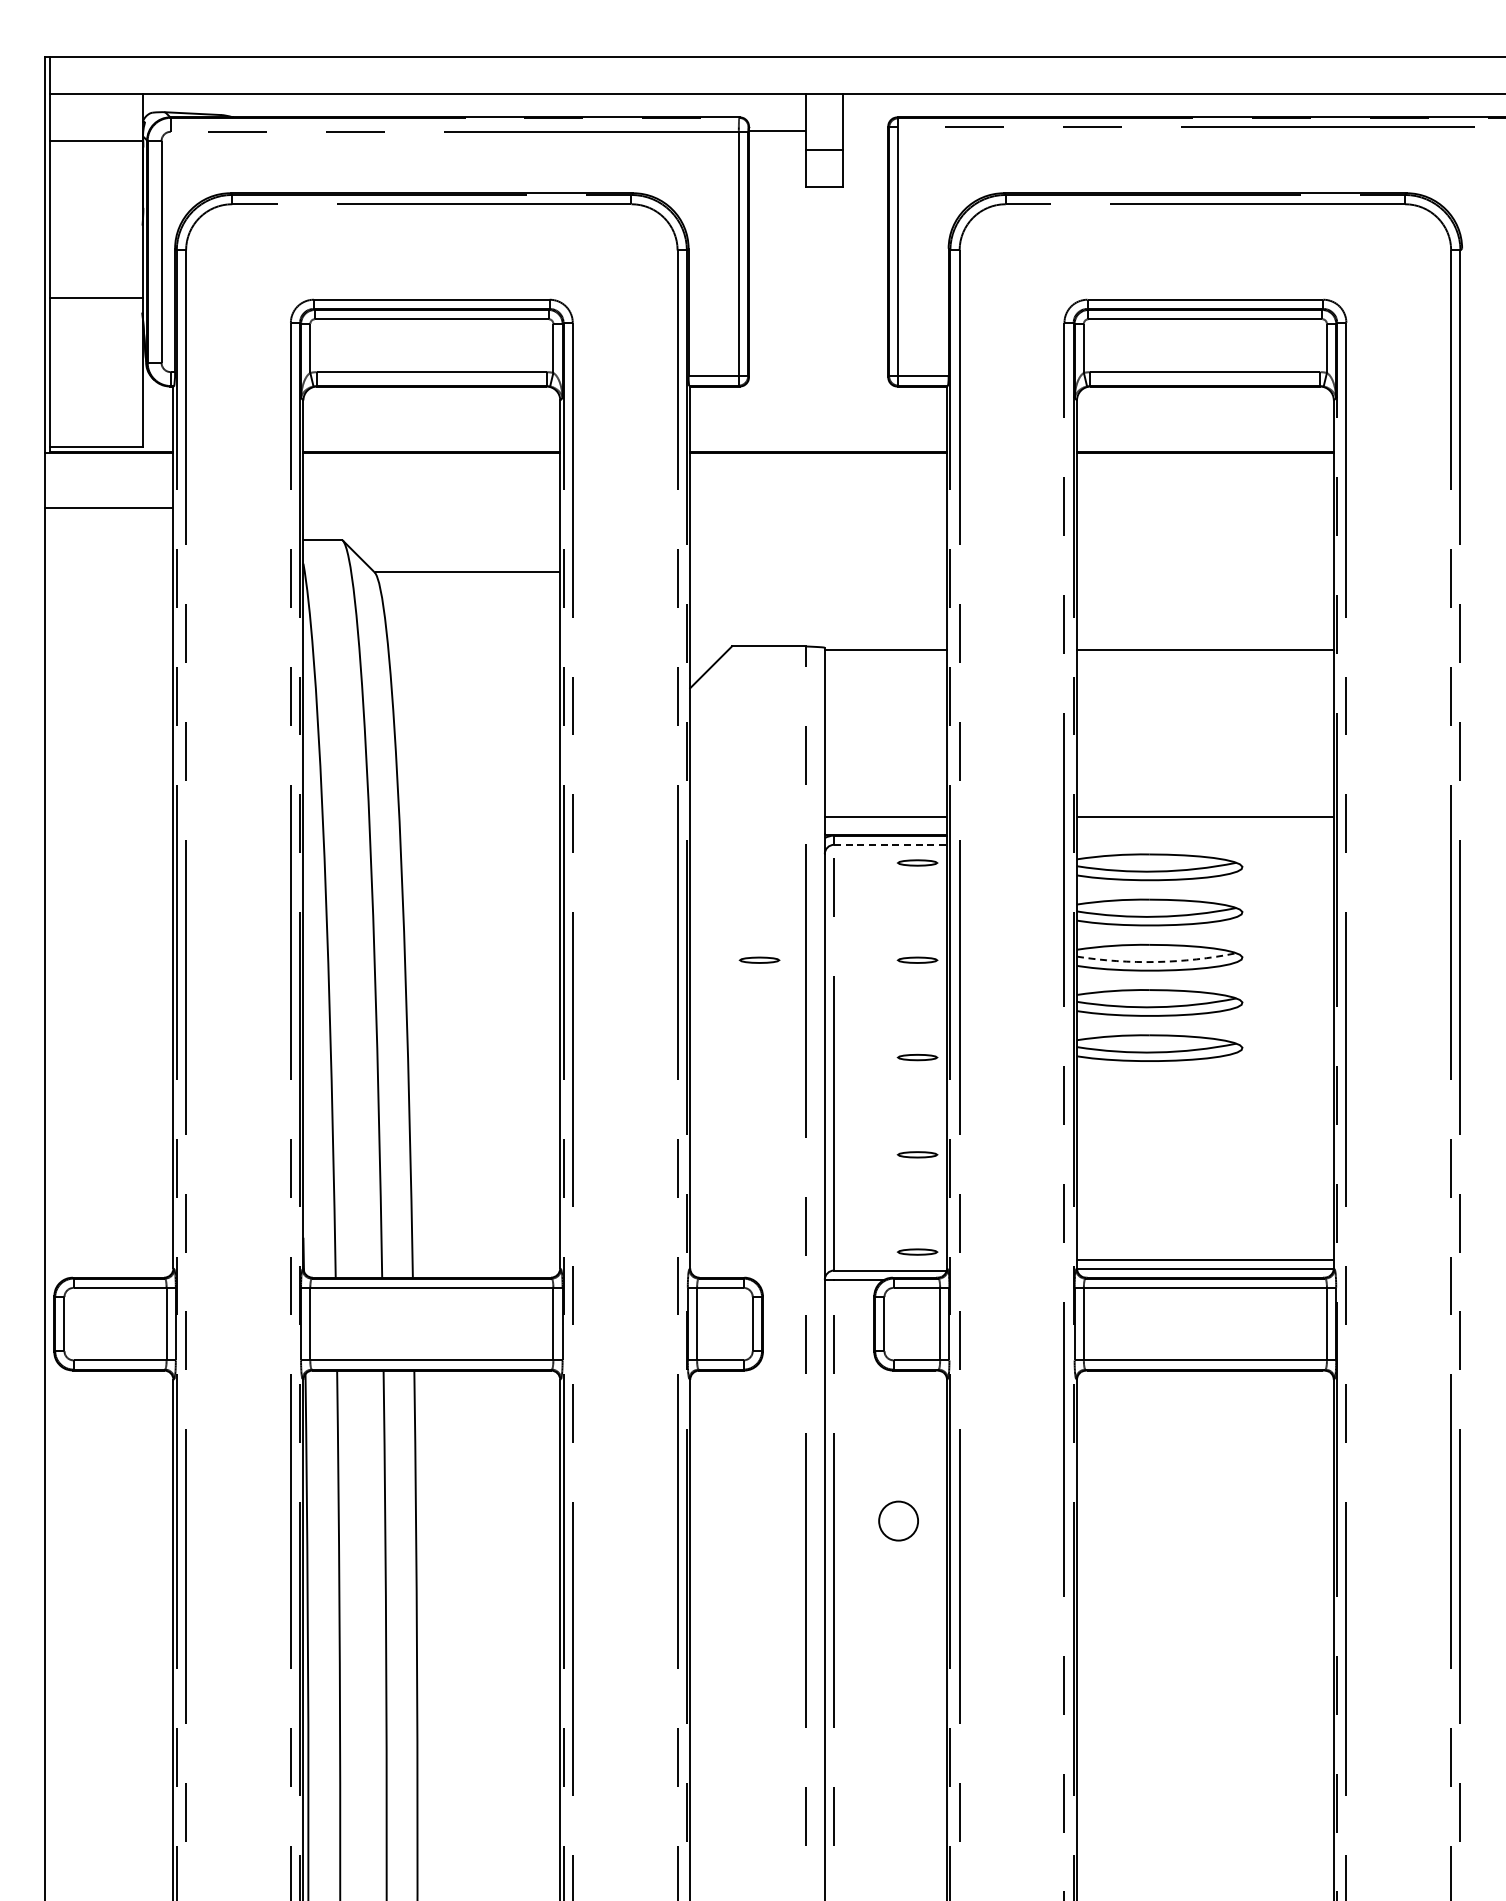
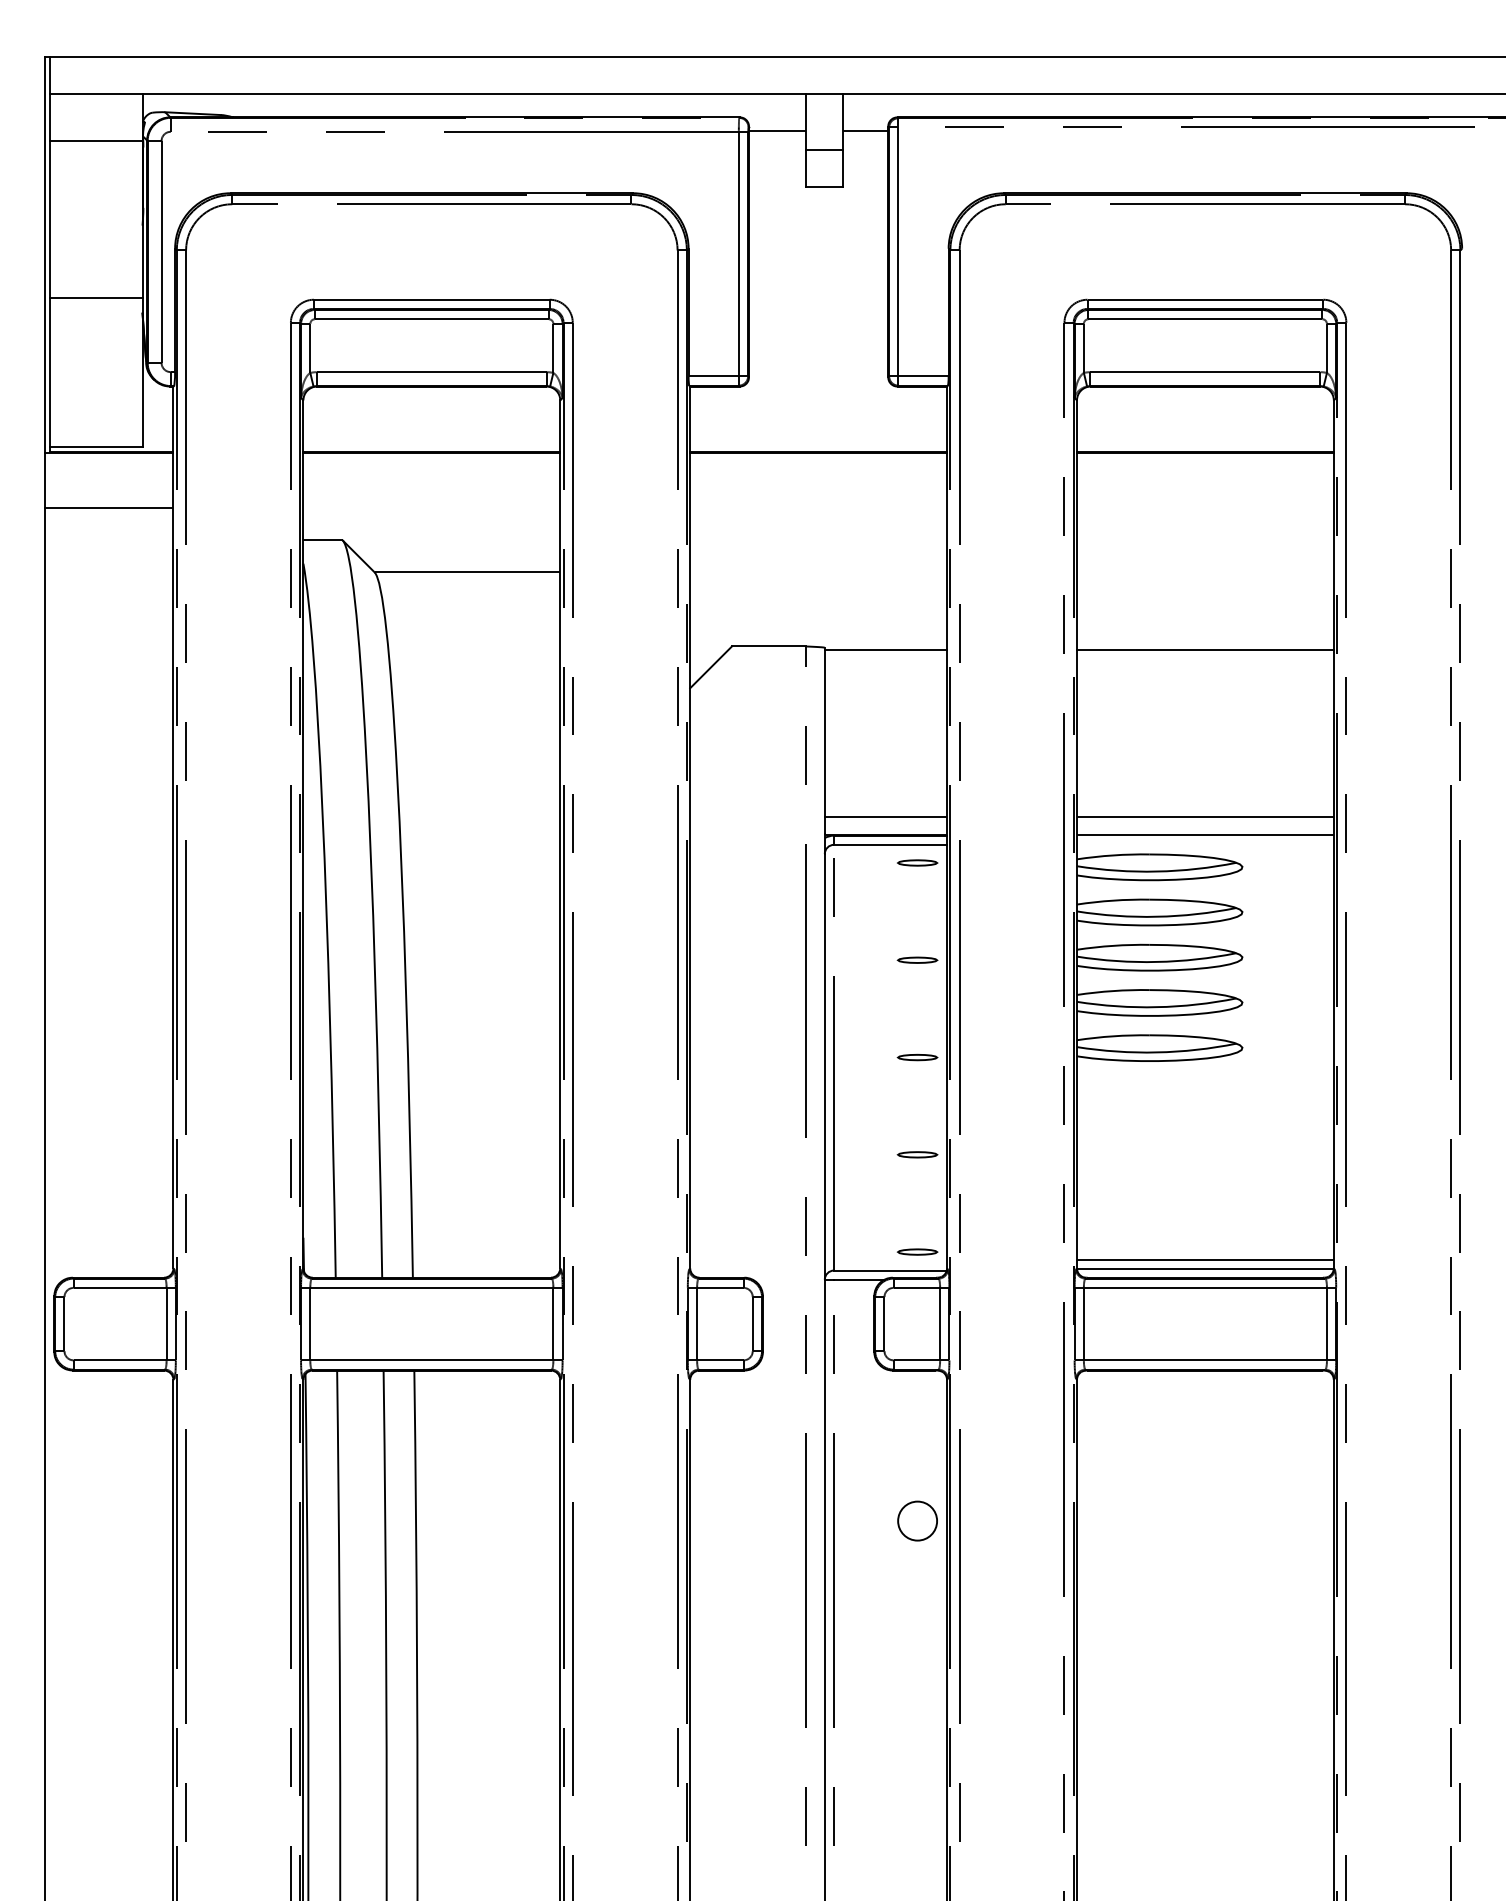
line at (865, 131): none -> present
line at (1205, 835): none -> present
line at (891, 844): dashed -> solid
part at (759, 959): present -> none
arc at (1156, 961): dashed -> solid
circle at (898, 1520) position: (898, 1520) -> (917, 1520)
